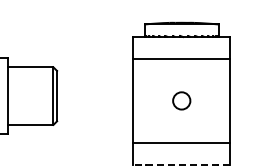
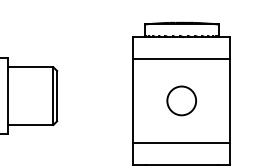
circle at (181, 100) diameter: 17 px -> 29 px
line at (181, 164): dashed -> solid
